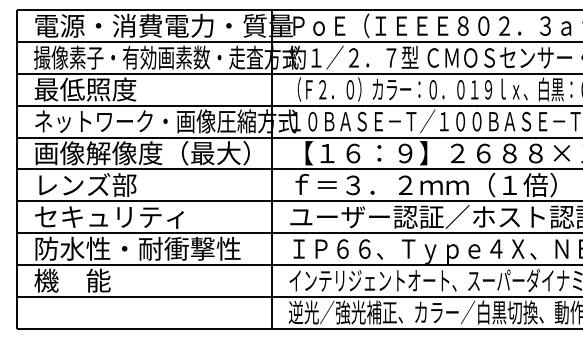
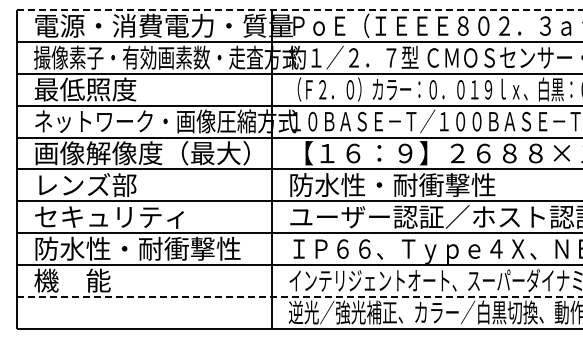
line at (300, 10): solid -> dashed
text at (423, 184): ｆ＝３．２ｍｍ（１倍） -> 防水性・耐衝撃性
line at (300, 296): solid -> dashed
